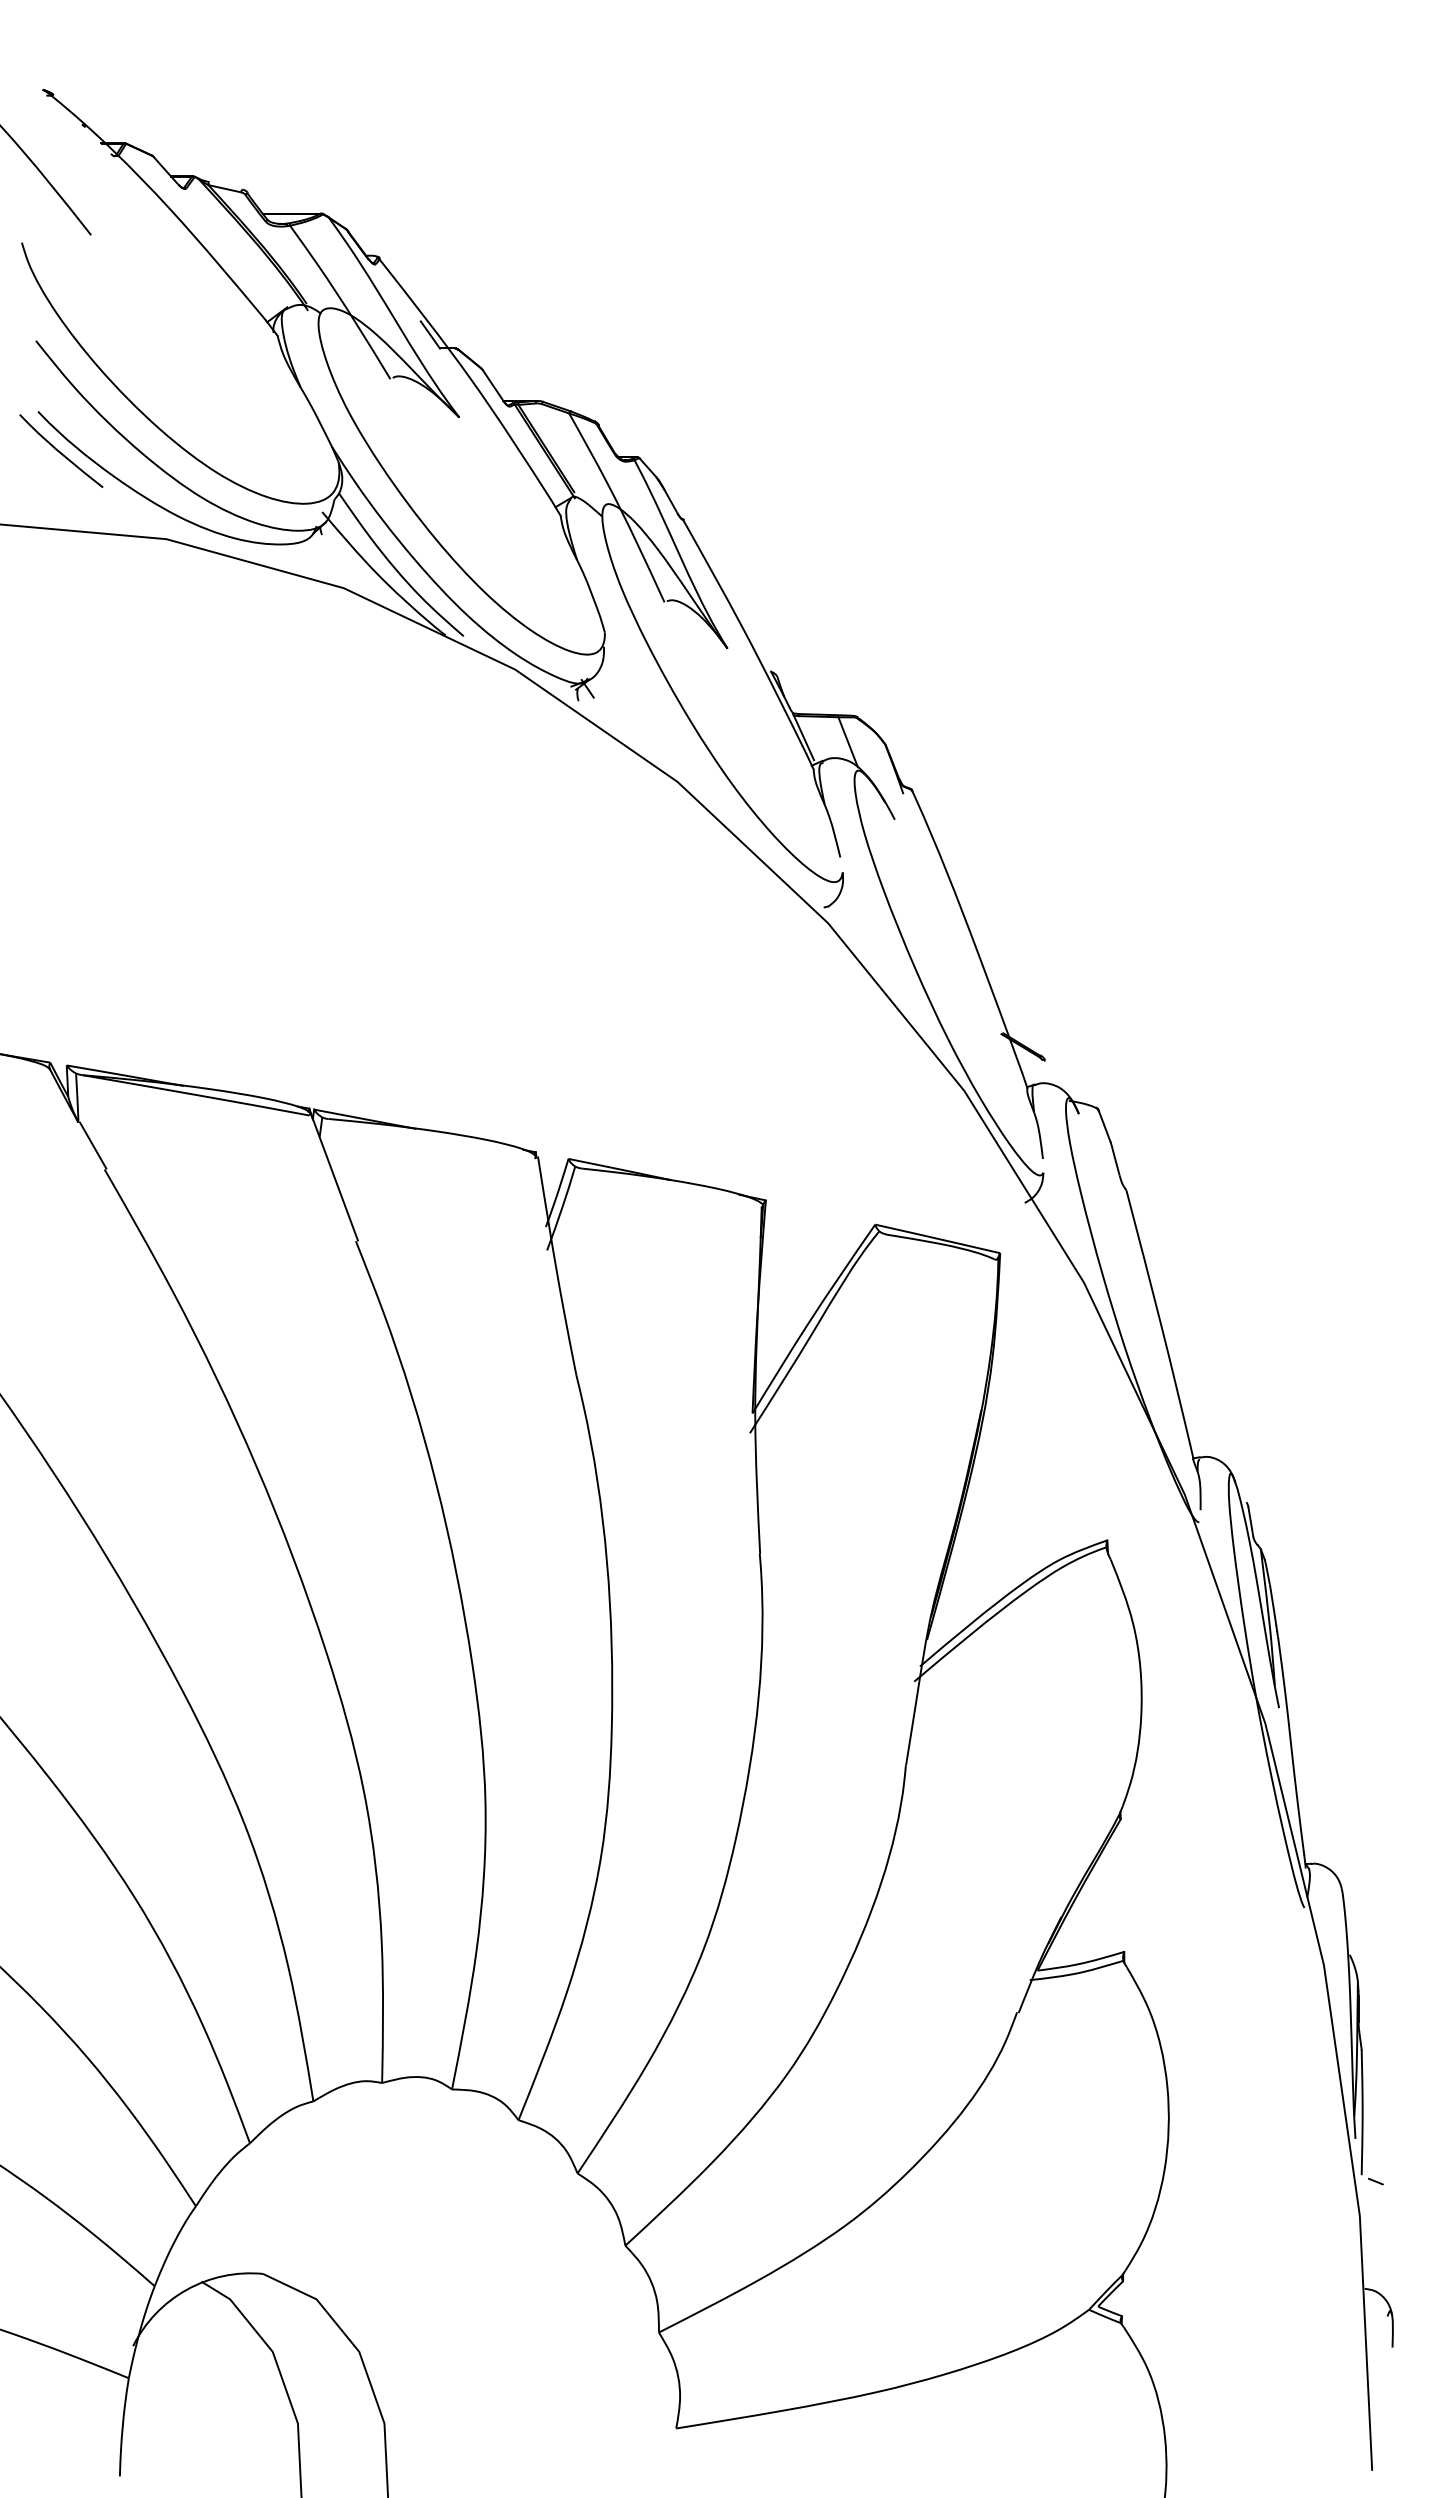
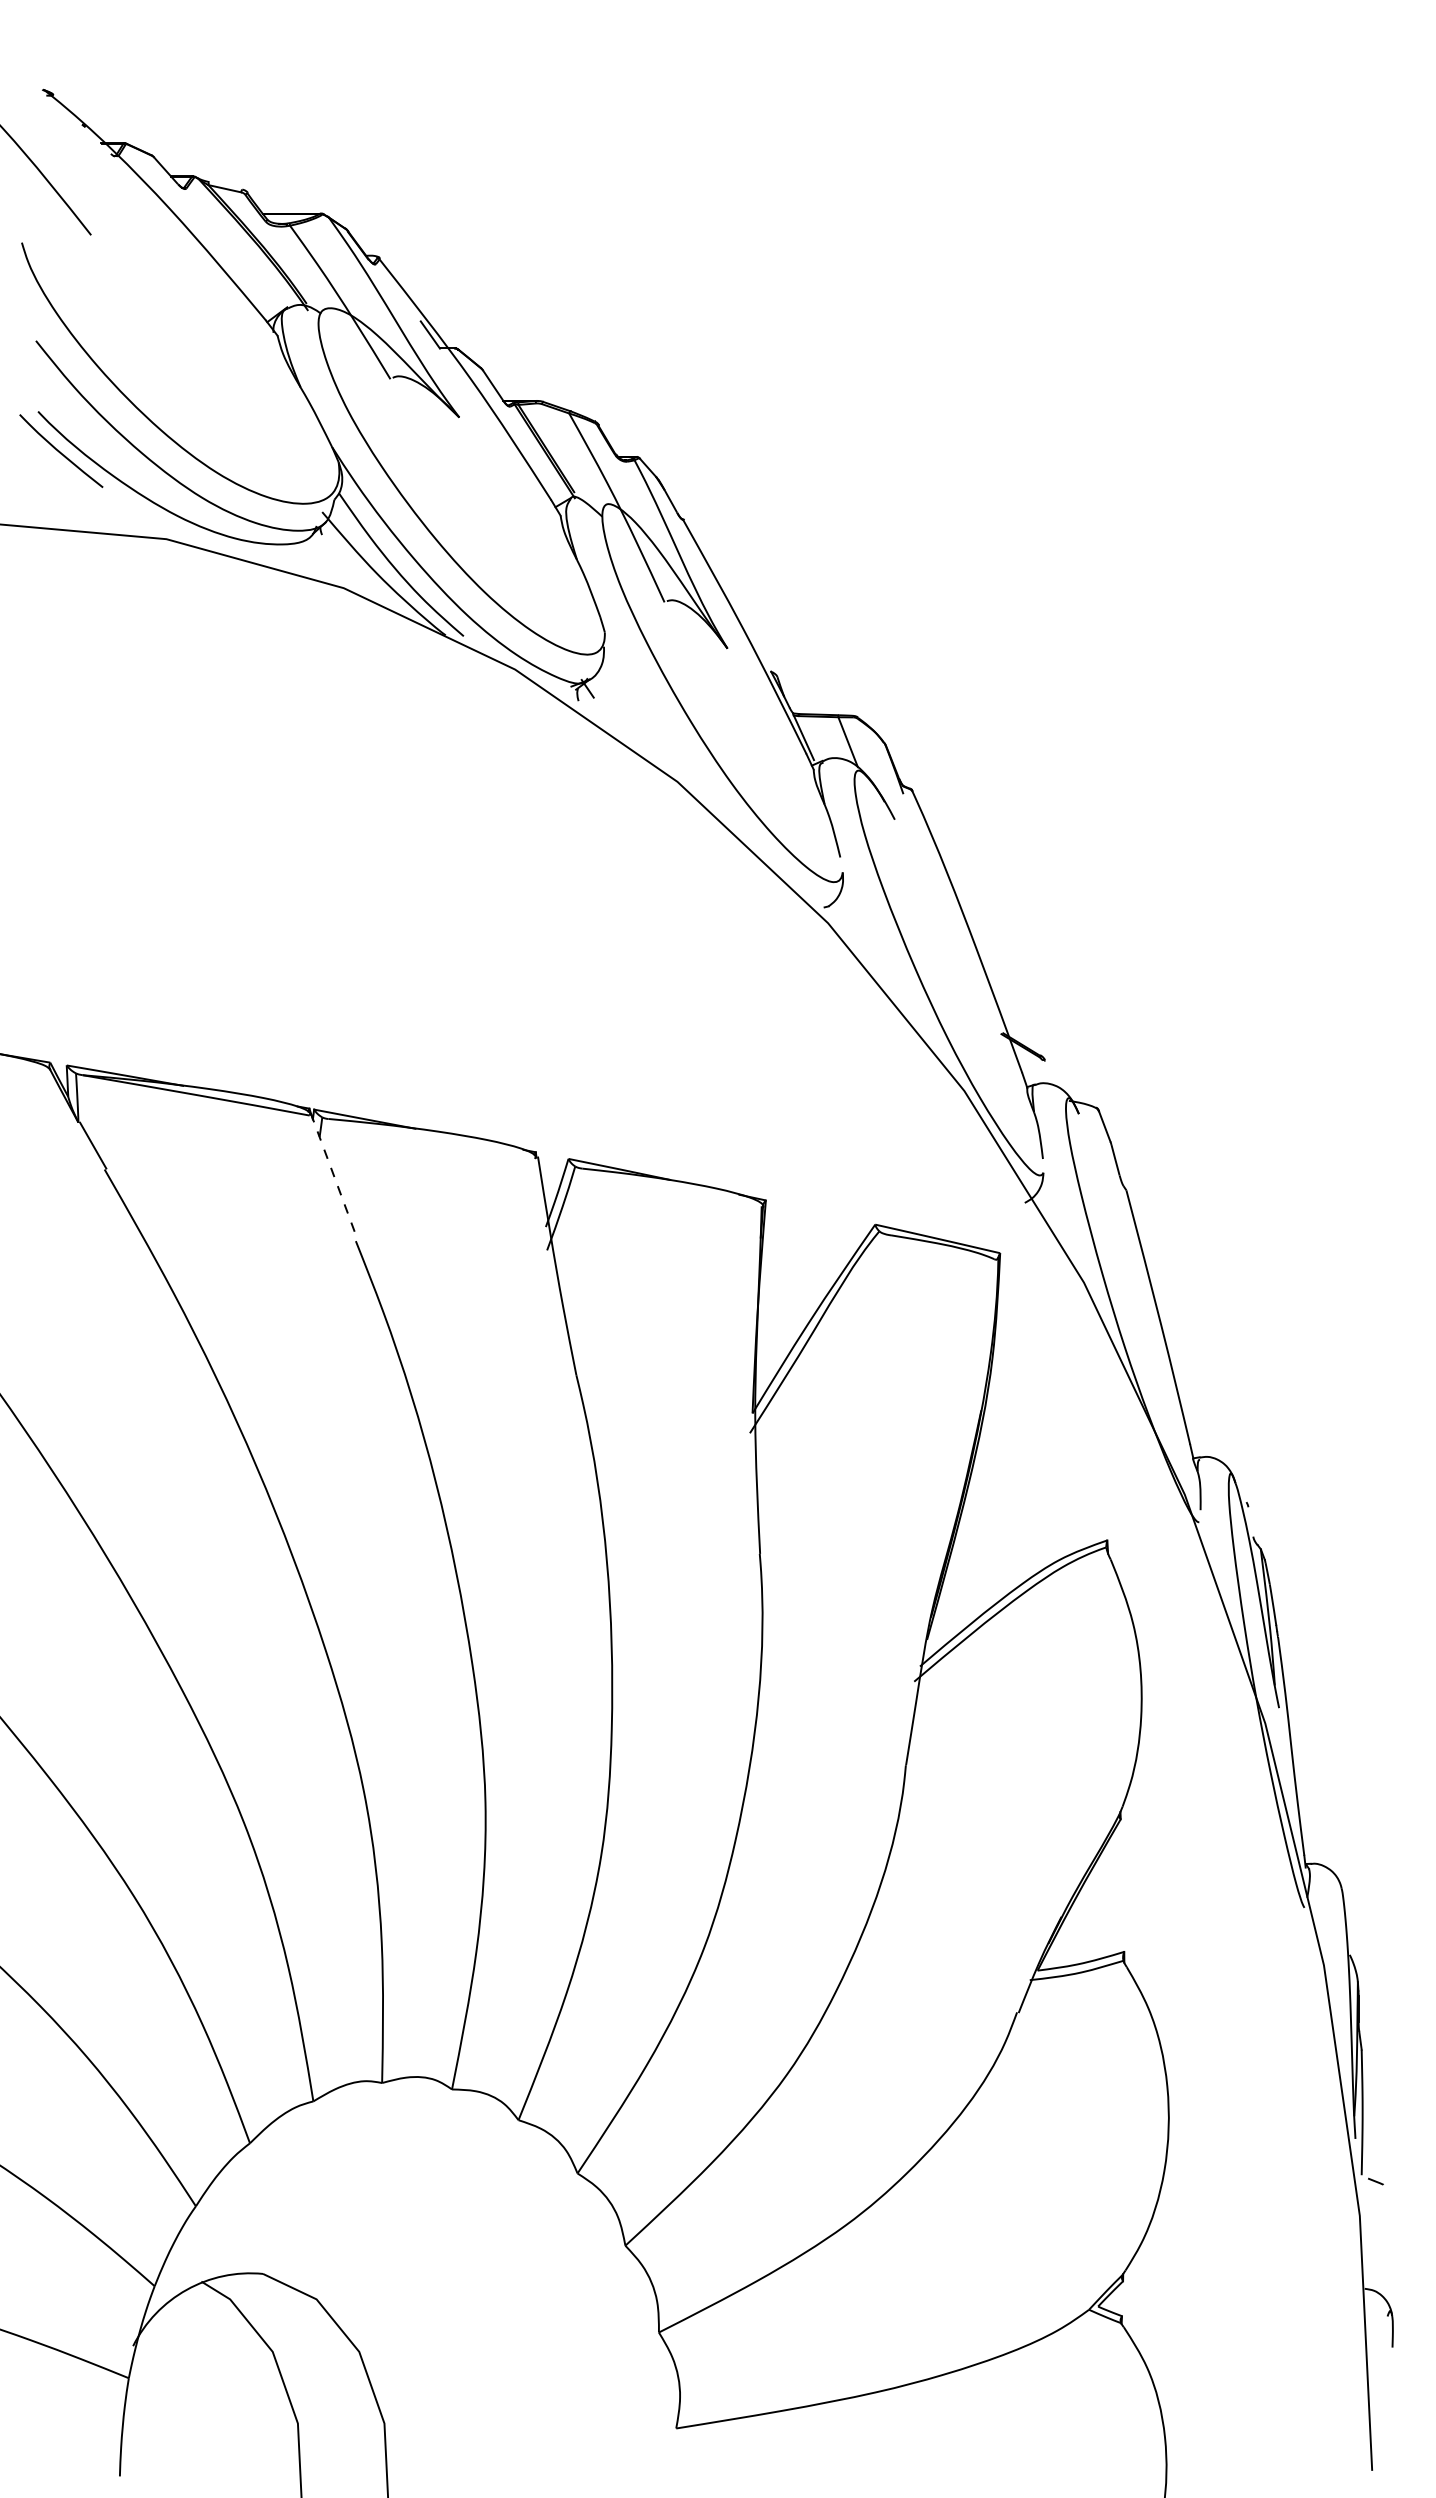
line at (334, 1176): solid -> dashed
line at (1250, 1521): present -> none
